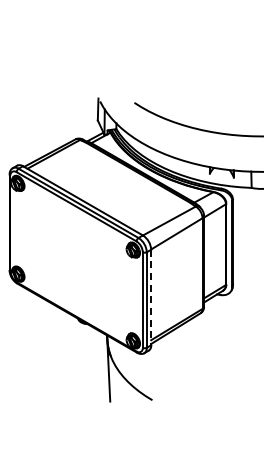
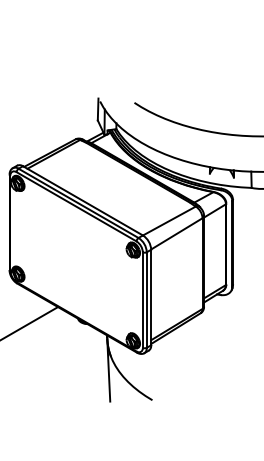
line at (151, 297): dashed -> solid
line at (30, 323): none -> present
